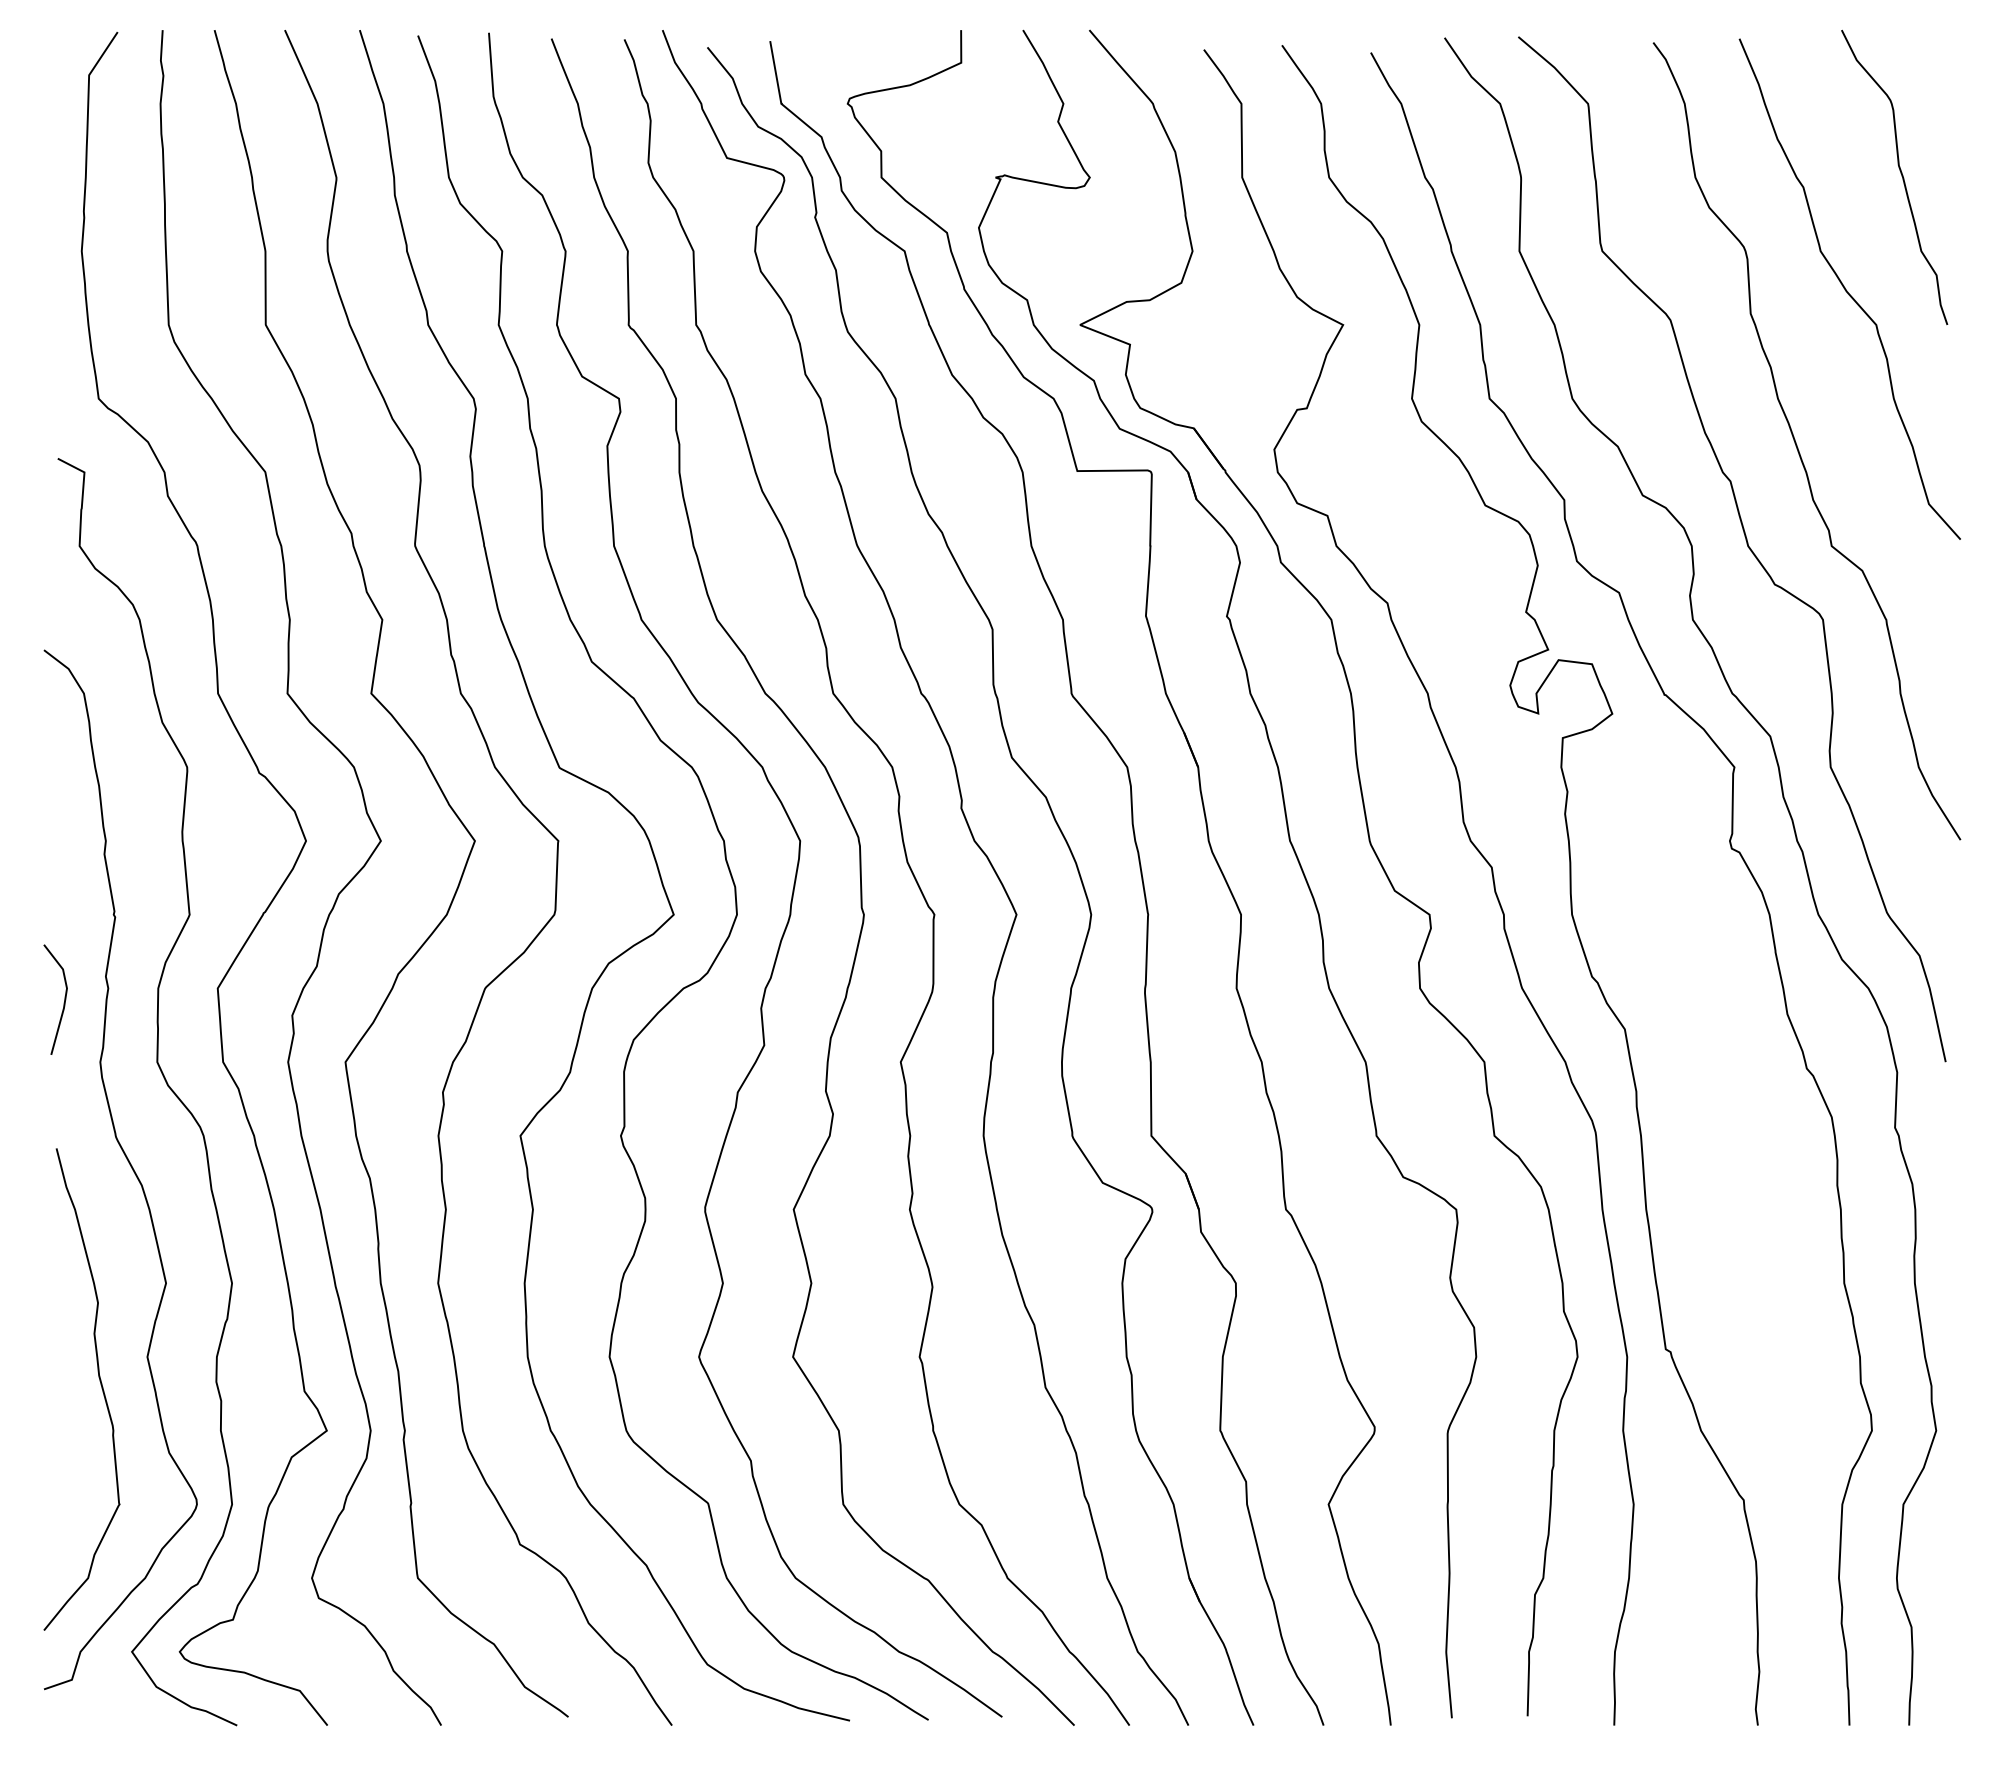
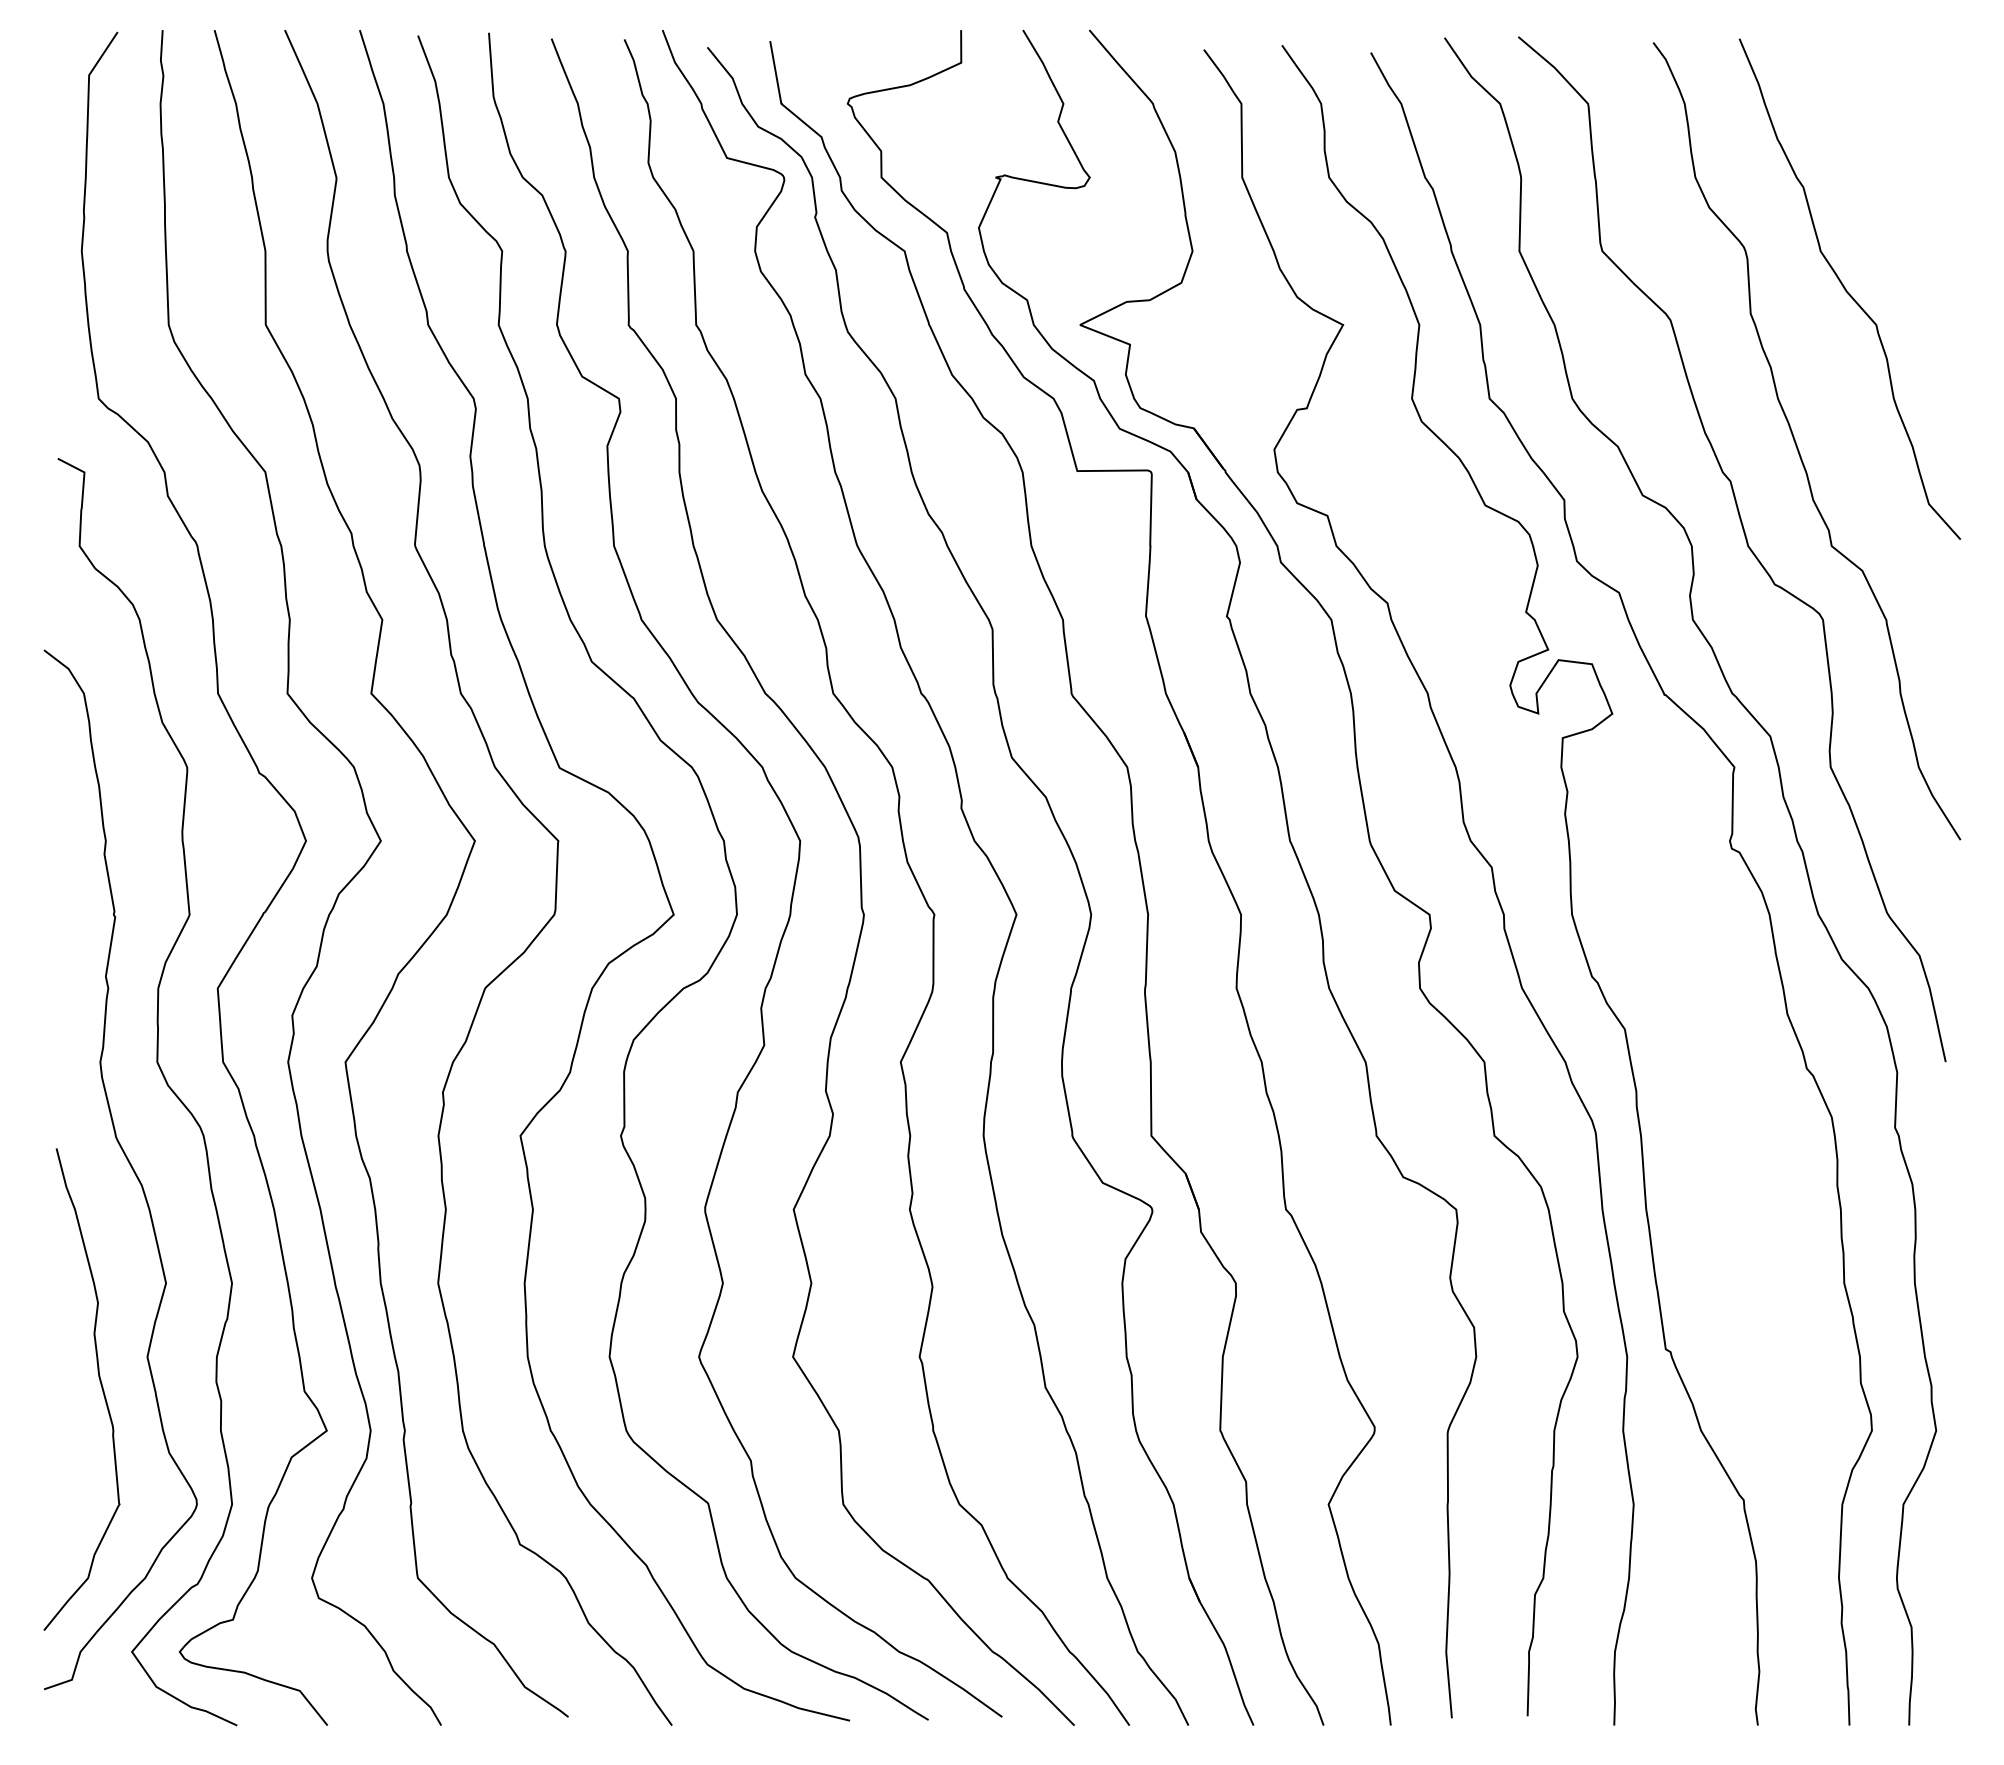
curve at (1901, 176): present -> none
line at (63, 1002): present -> none
